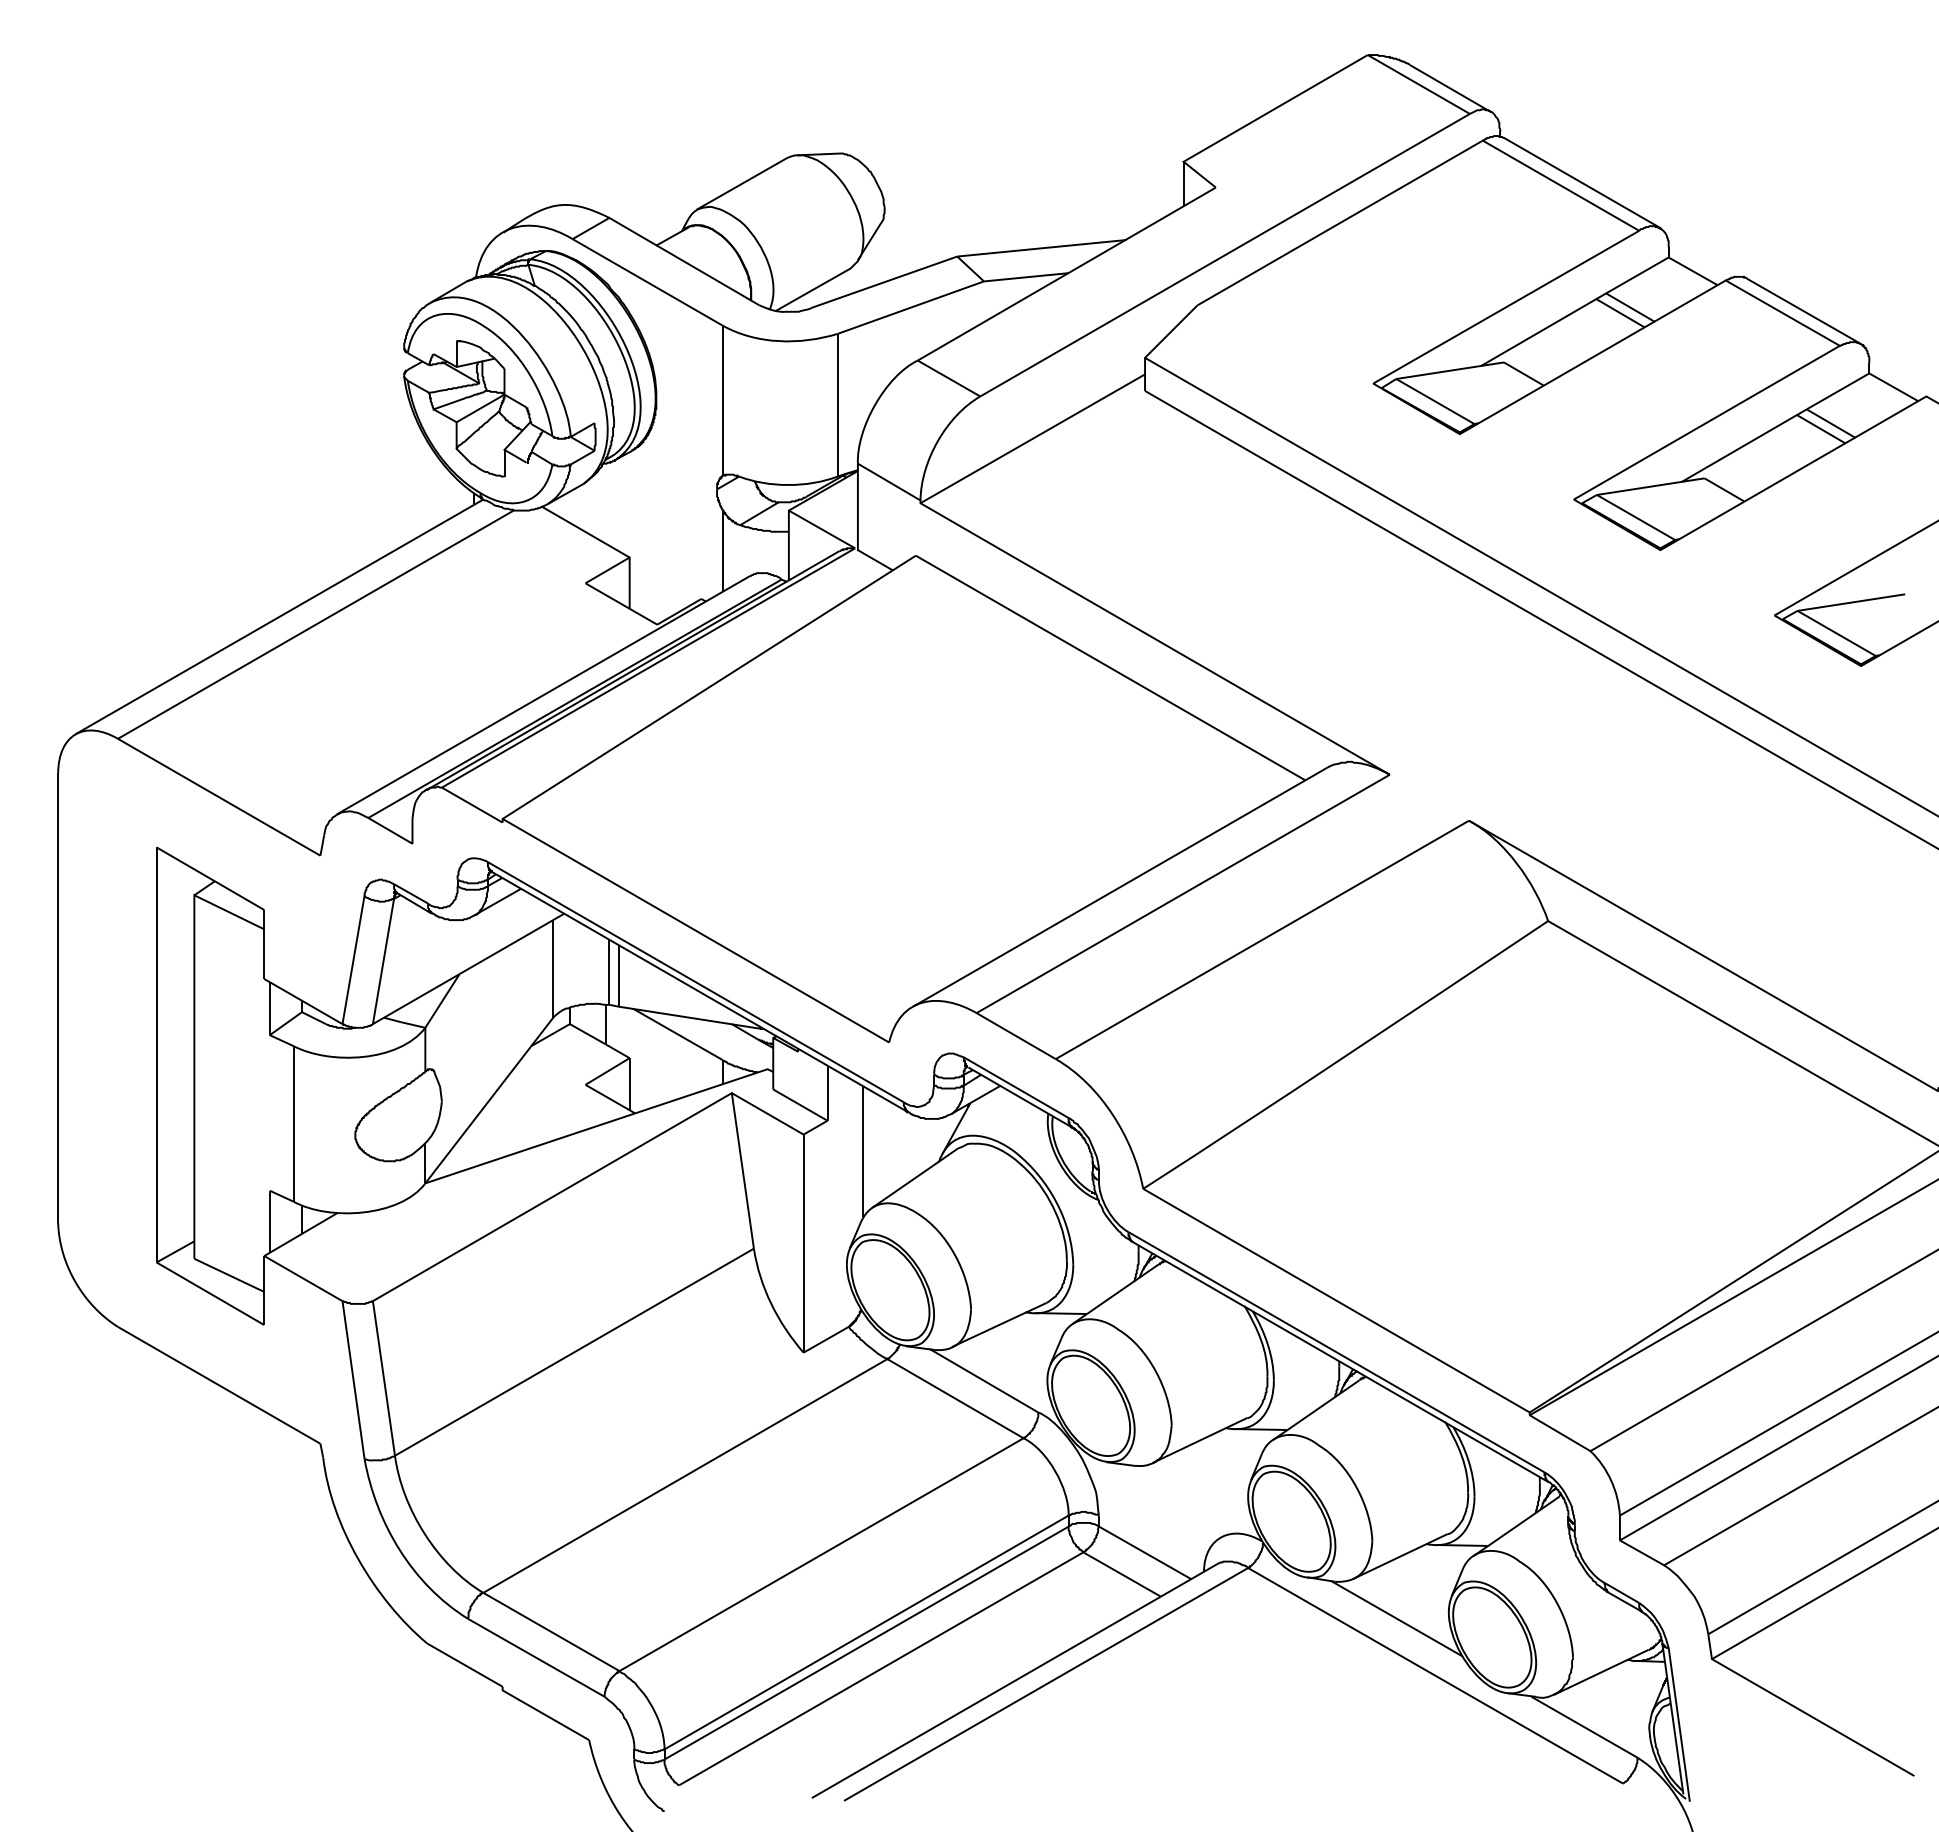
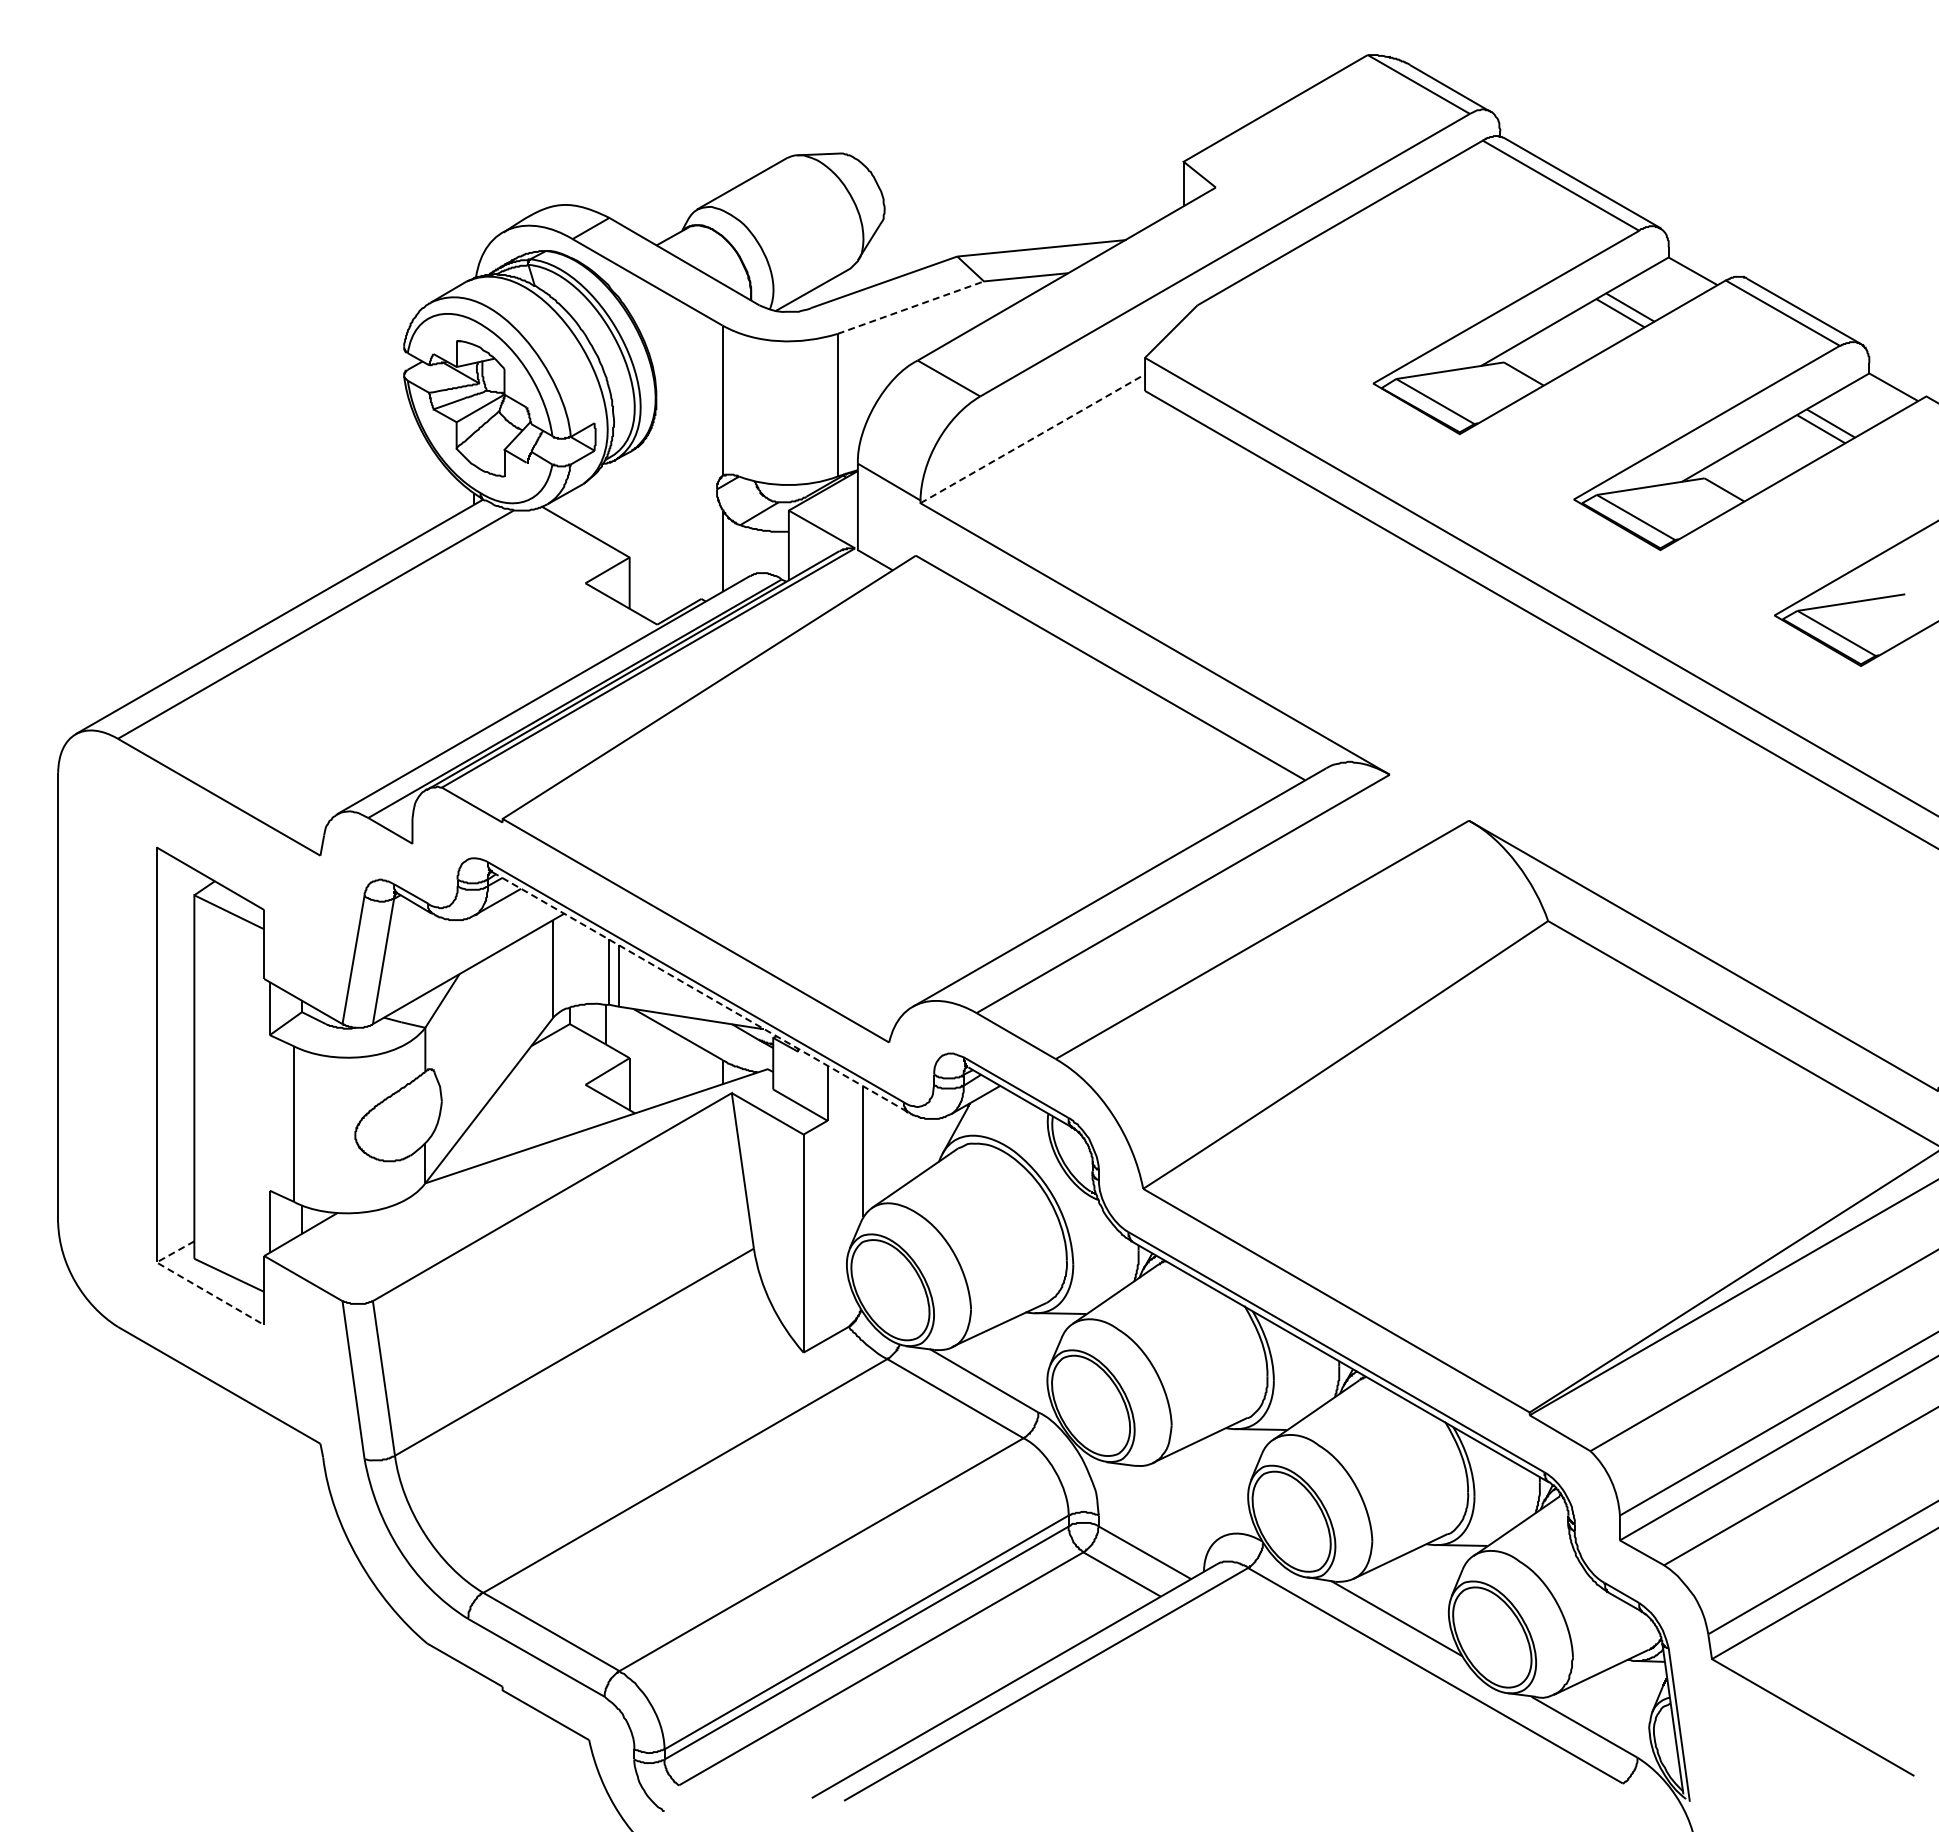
line at (910, 307): solid -> dashed
line at (1033, 438): solid -> dashed
line at (700, 992): solid -> dashed
line at (191, 1282): solid -> dashed
